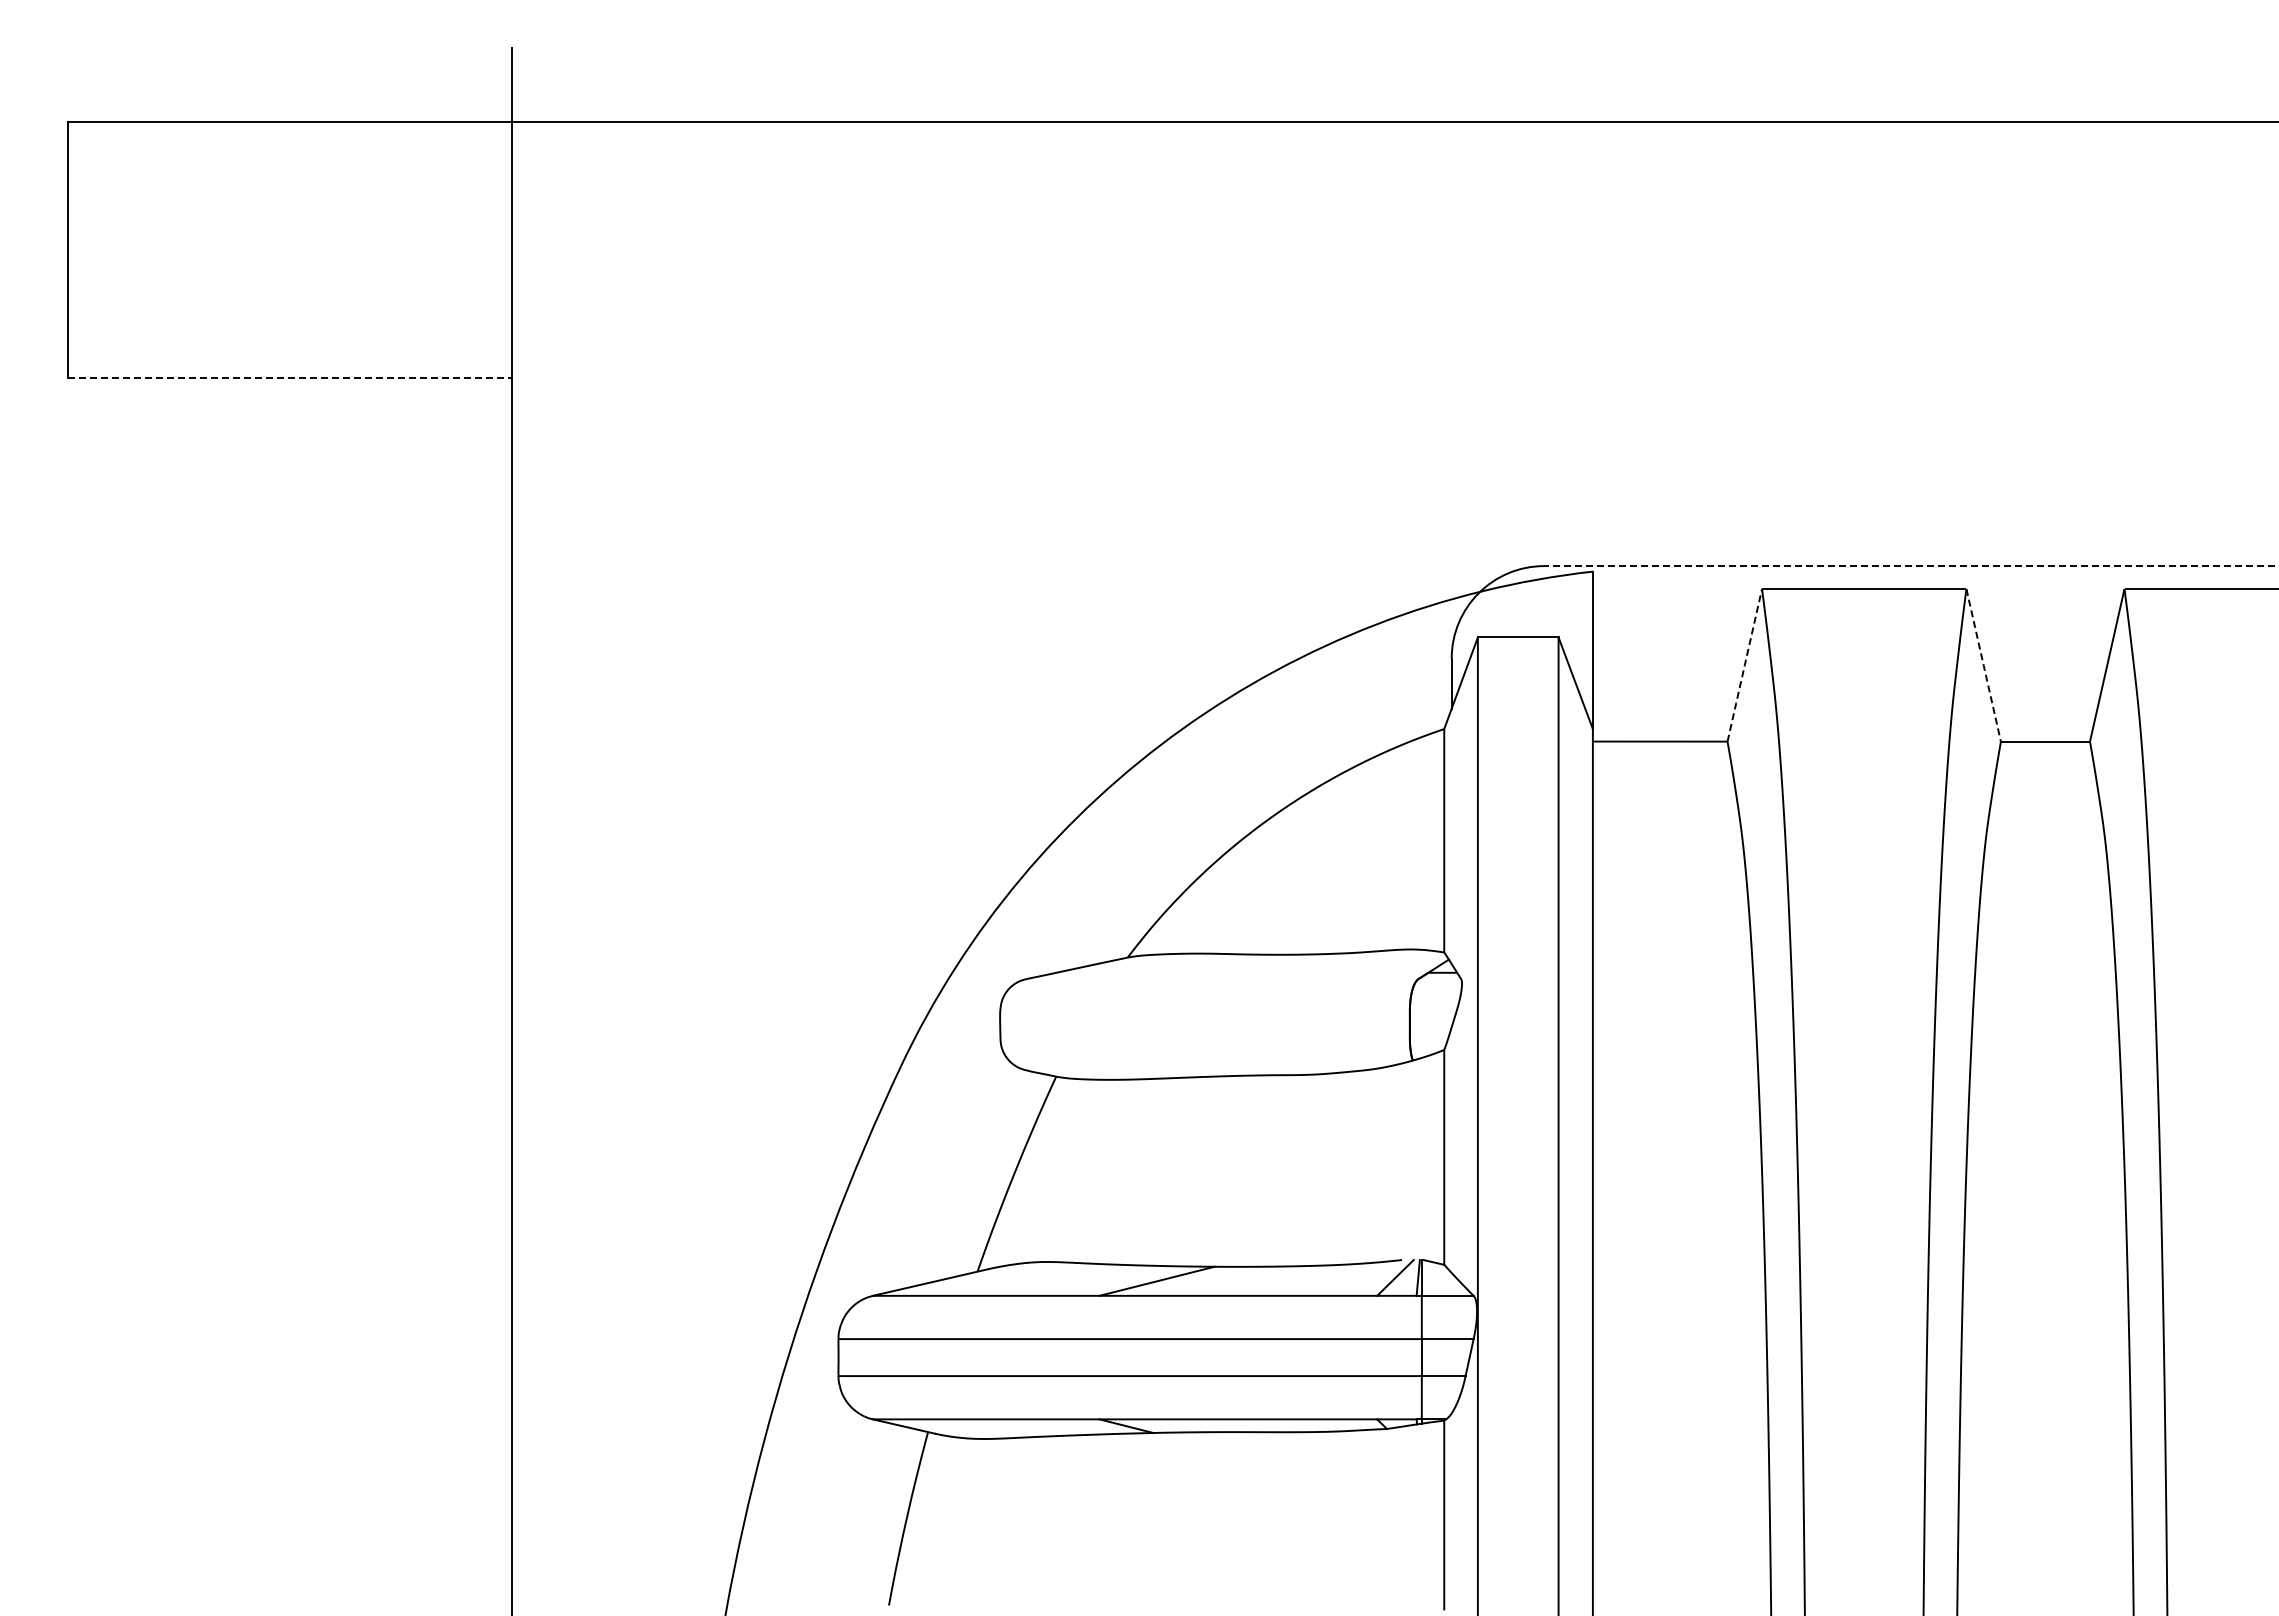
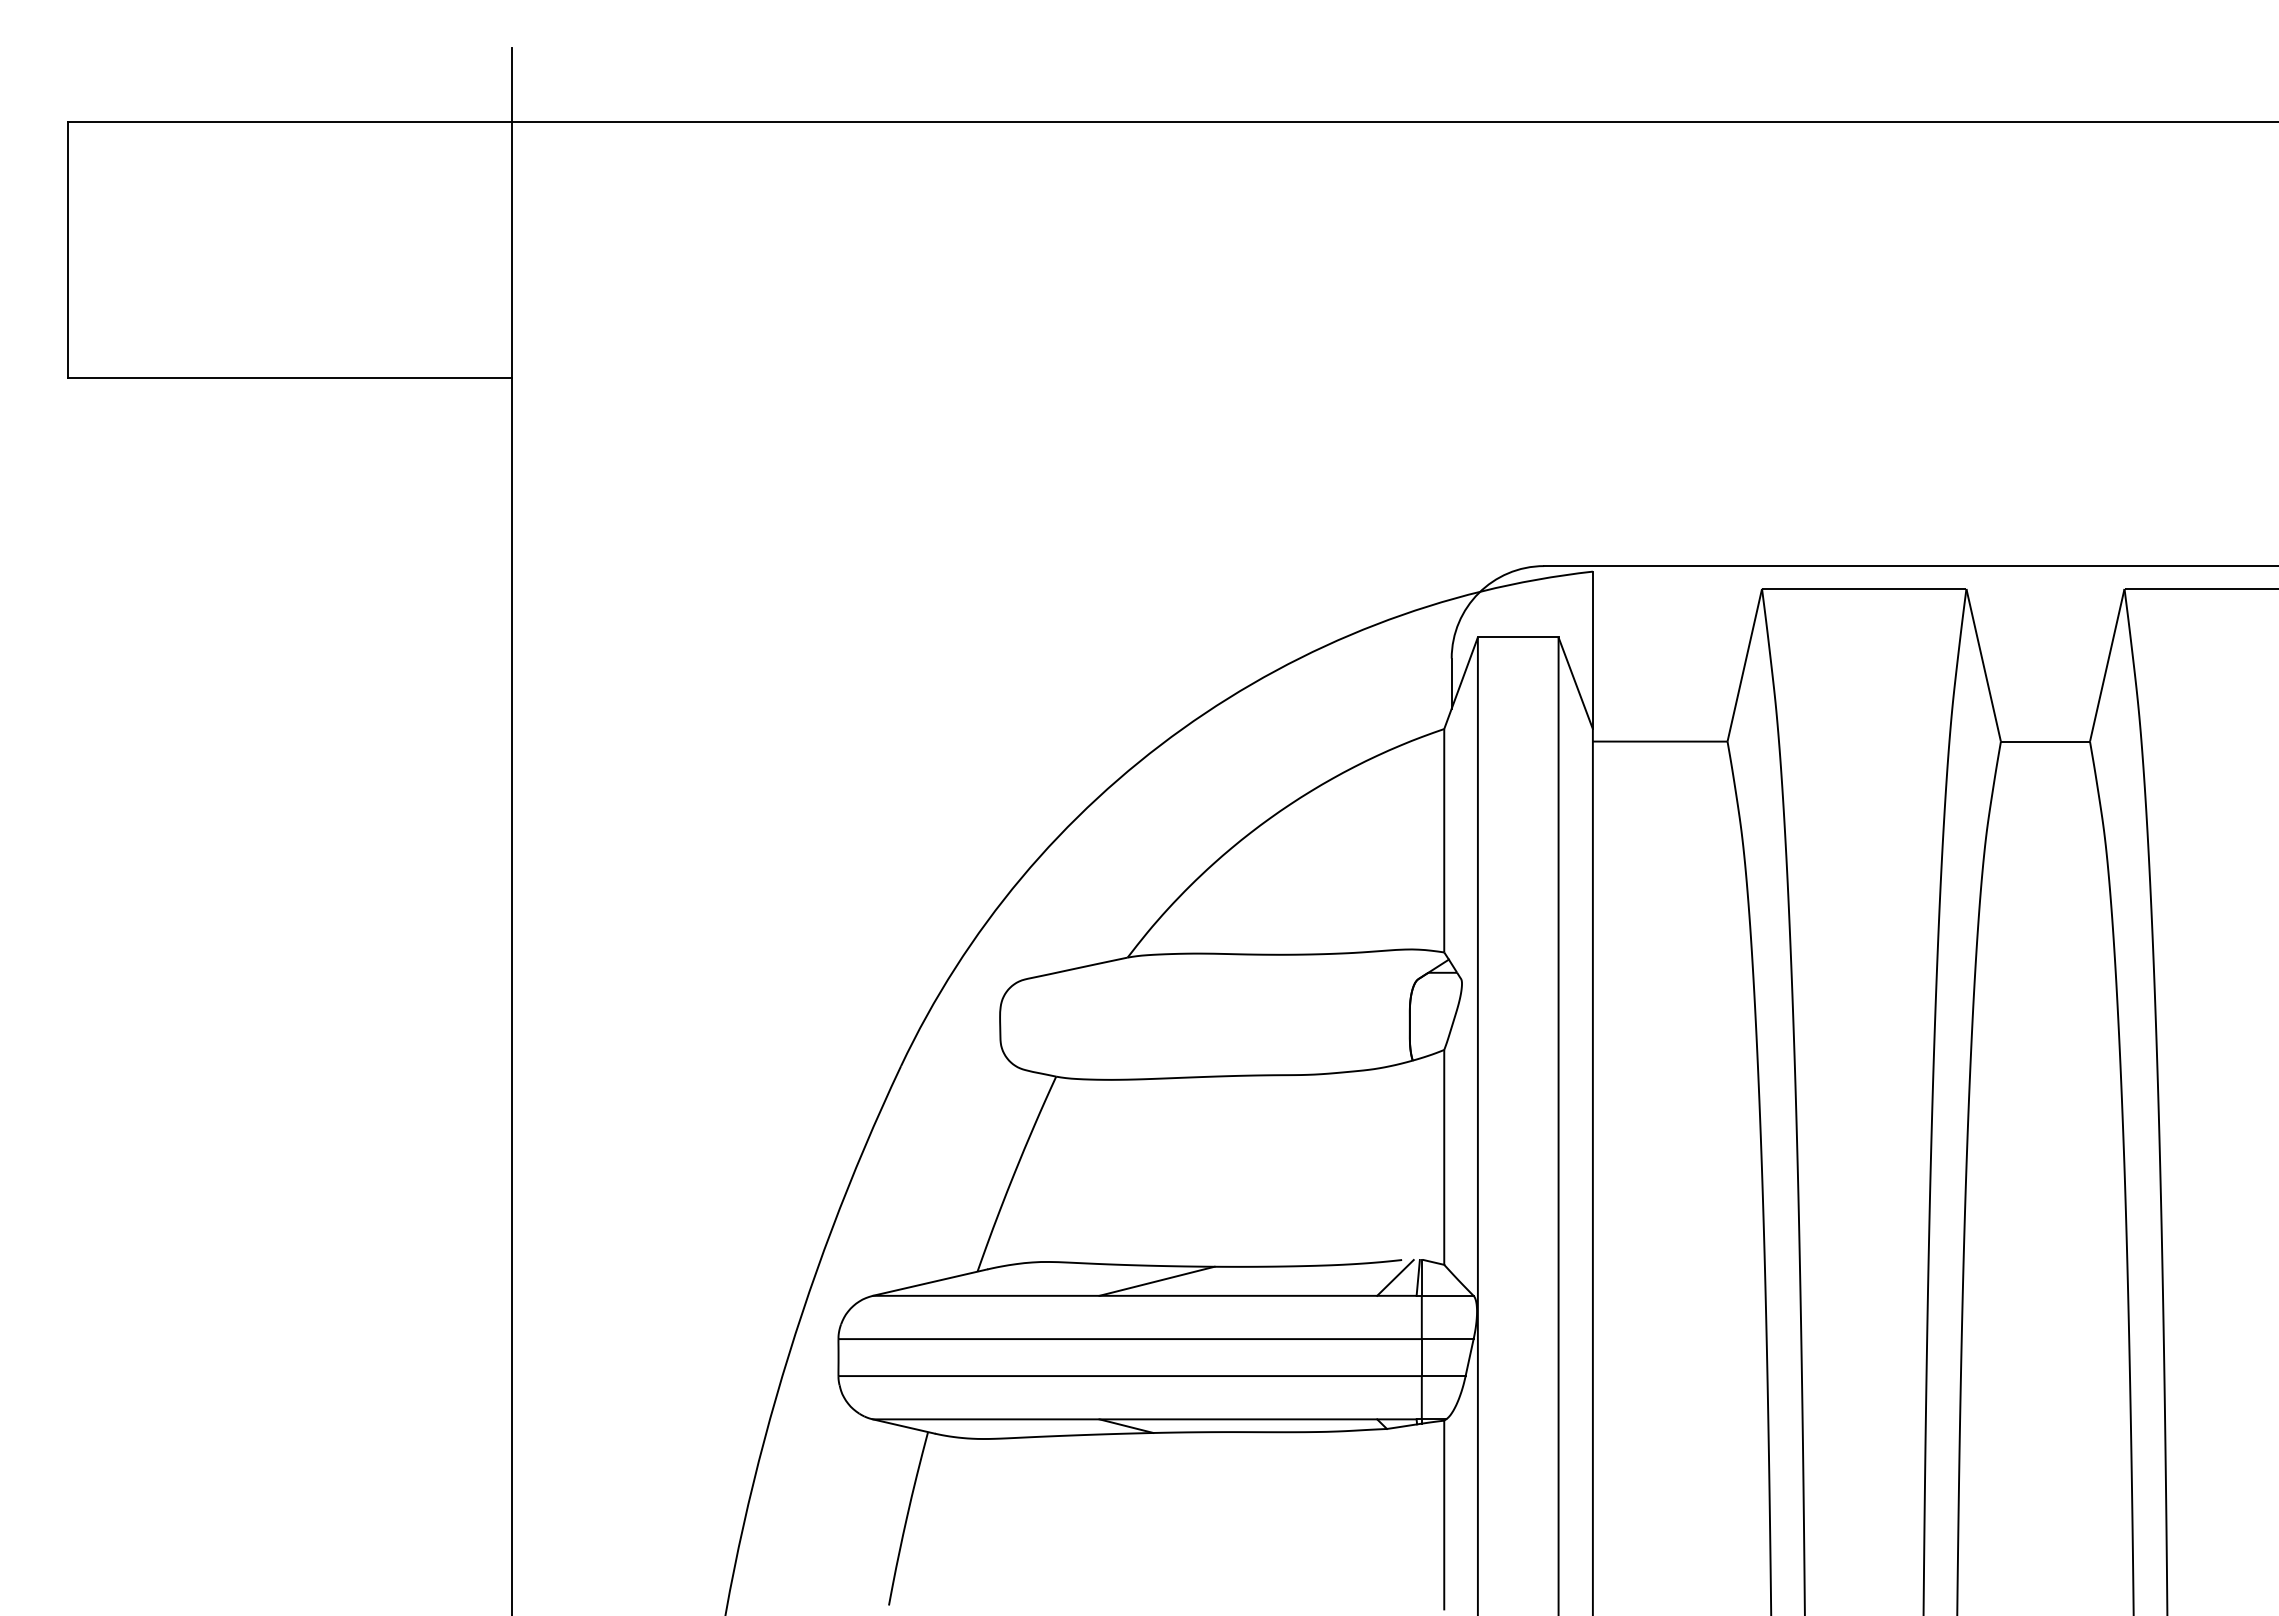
line at (290, 378): dashed -> solid
line at (1911, 566): dashed -> solid
line at (1744, 665): dashed -> solid
line at (1983, 665): dashed -> solid
